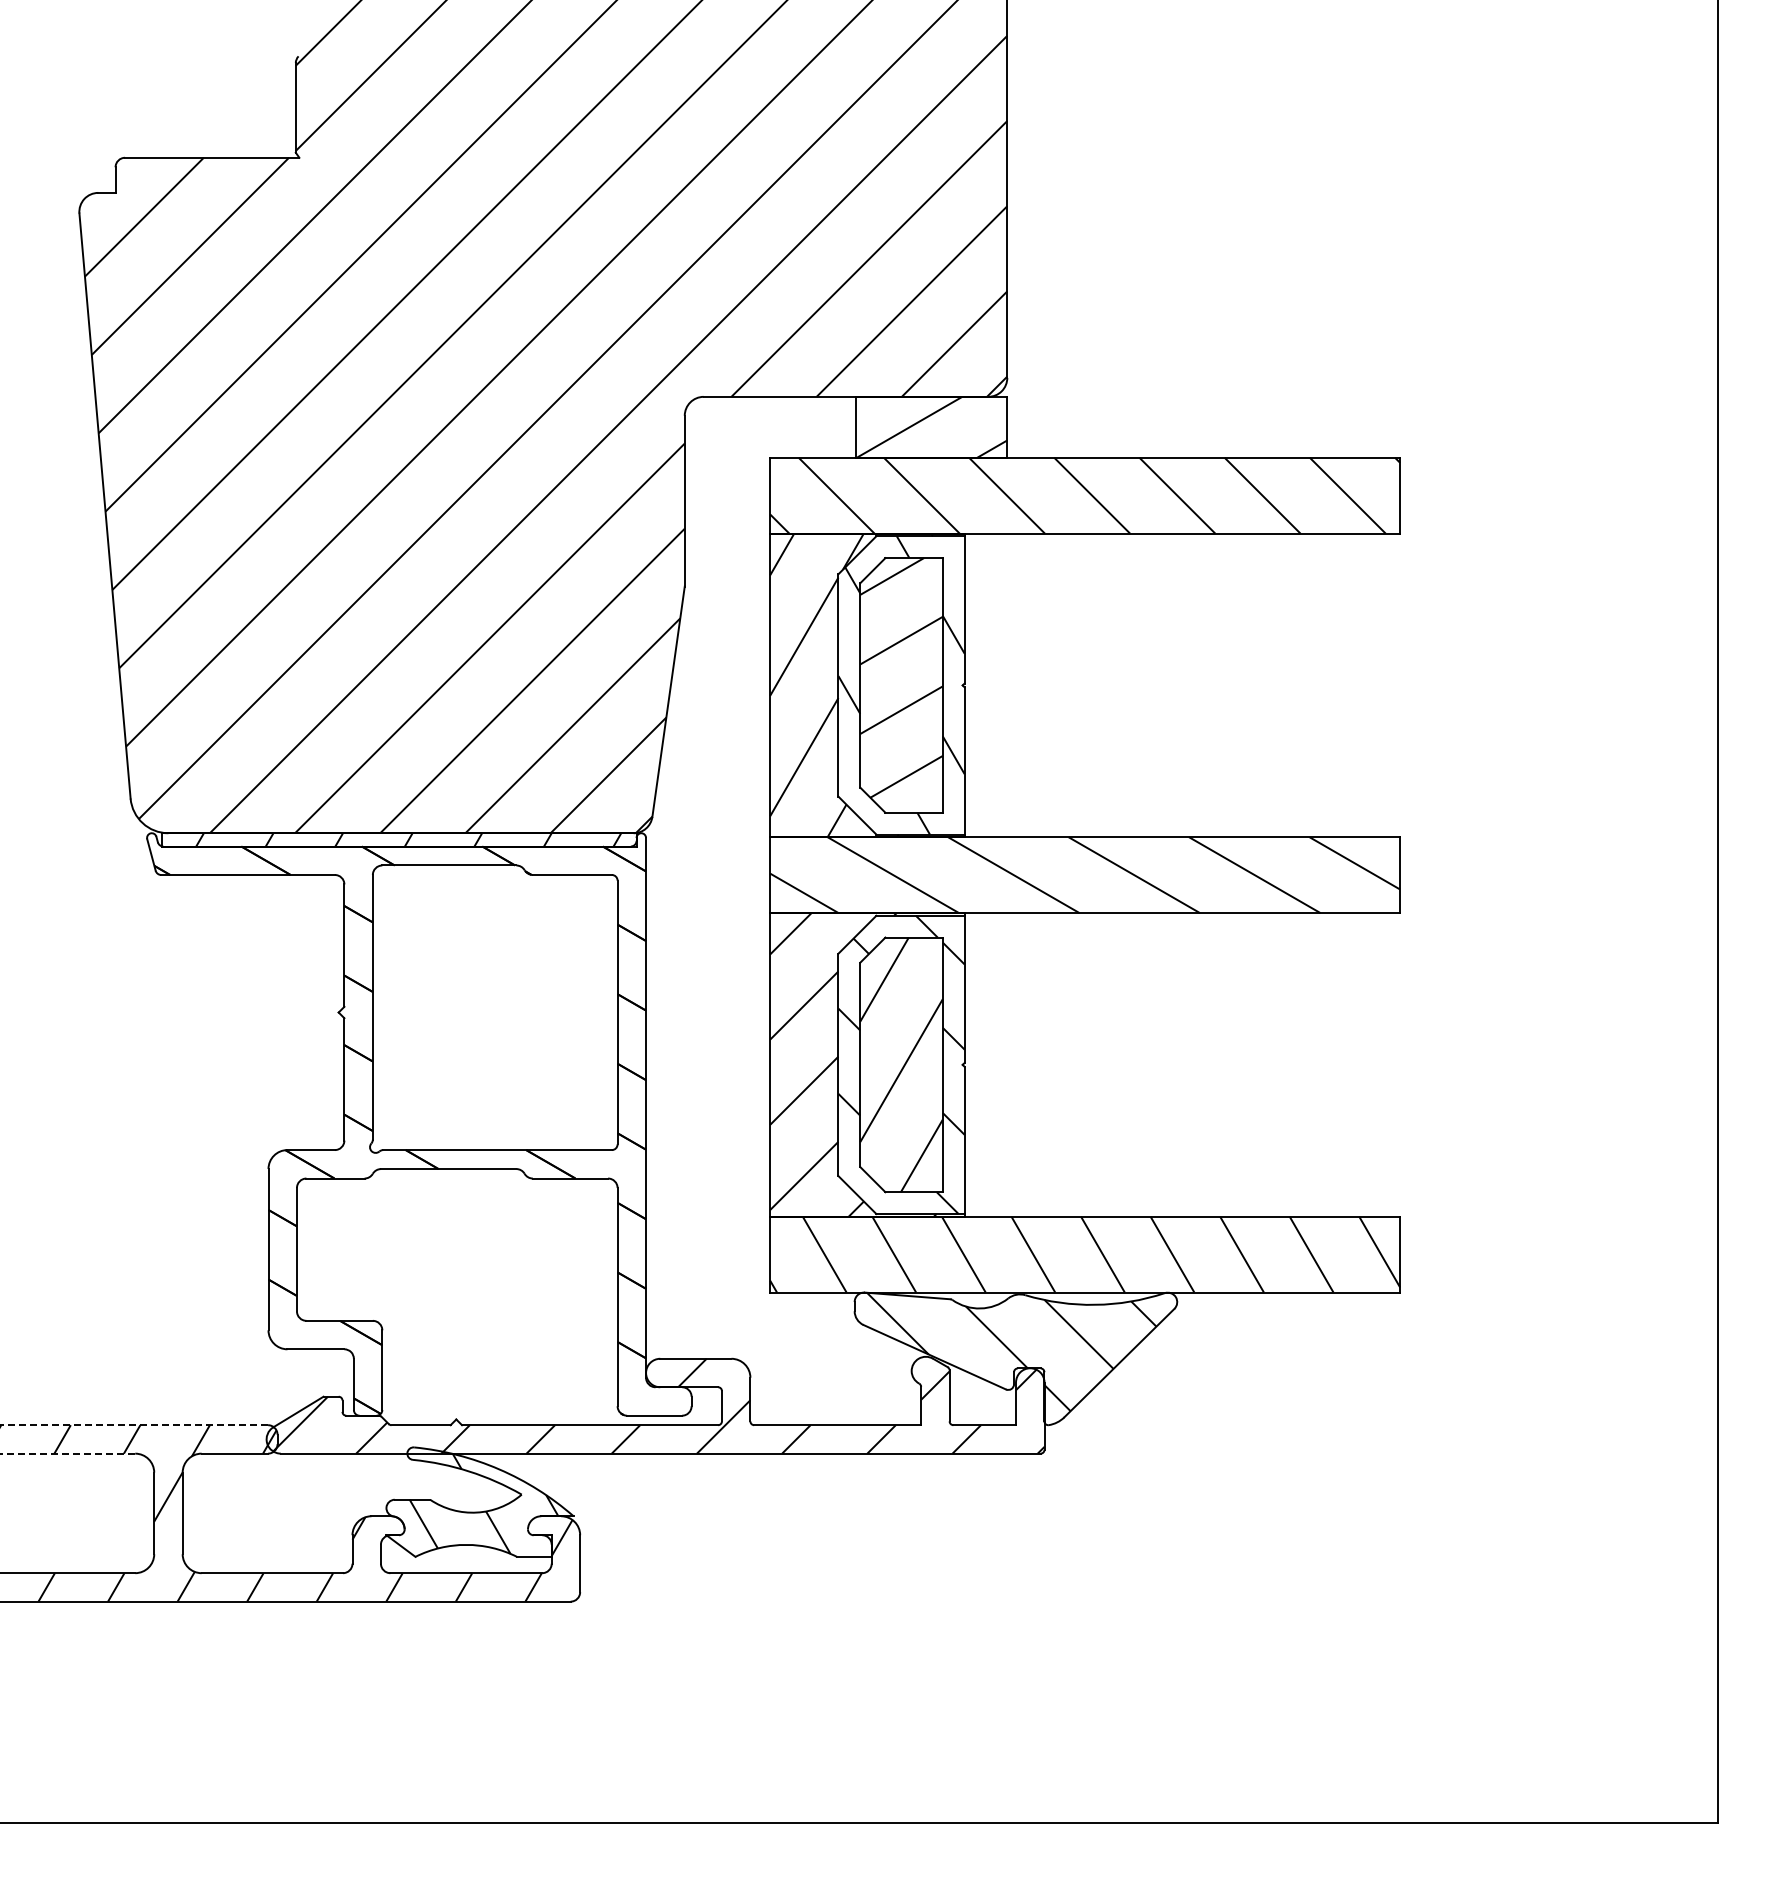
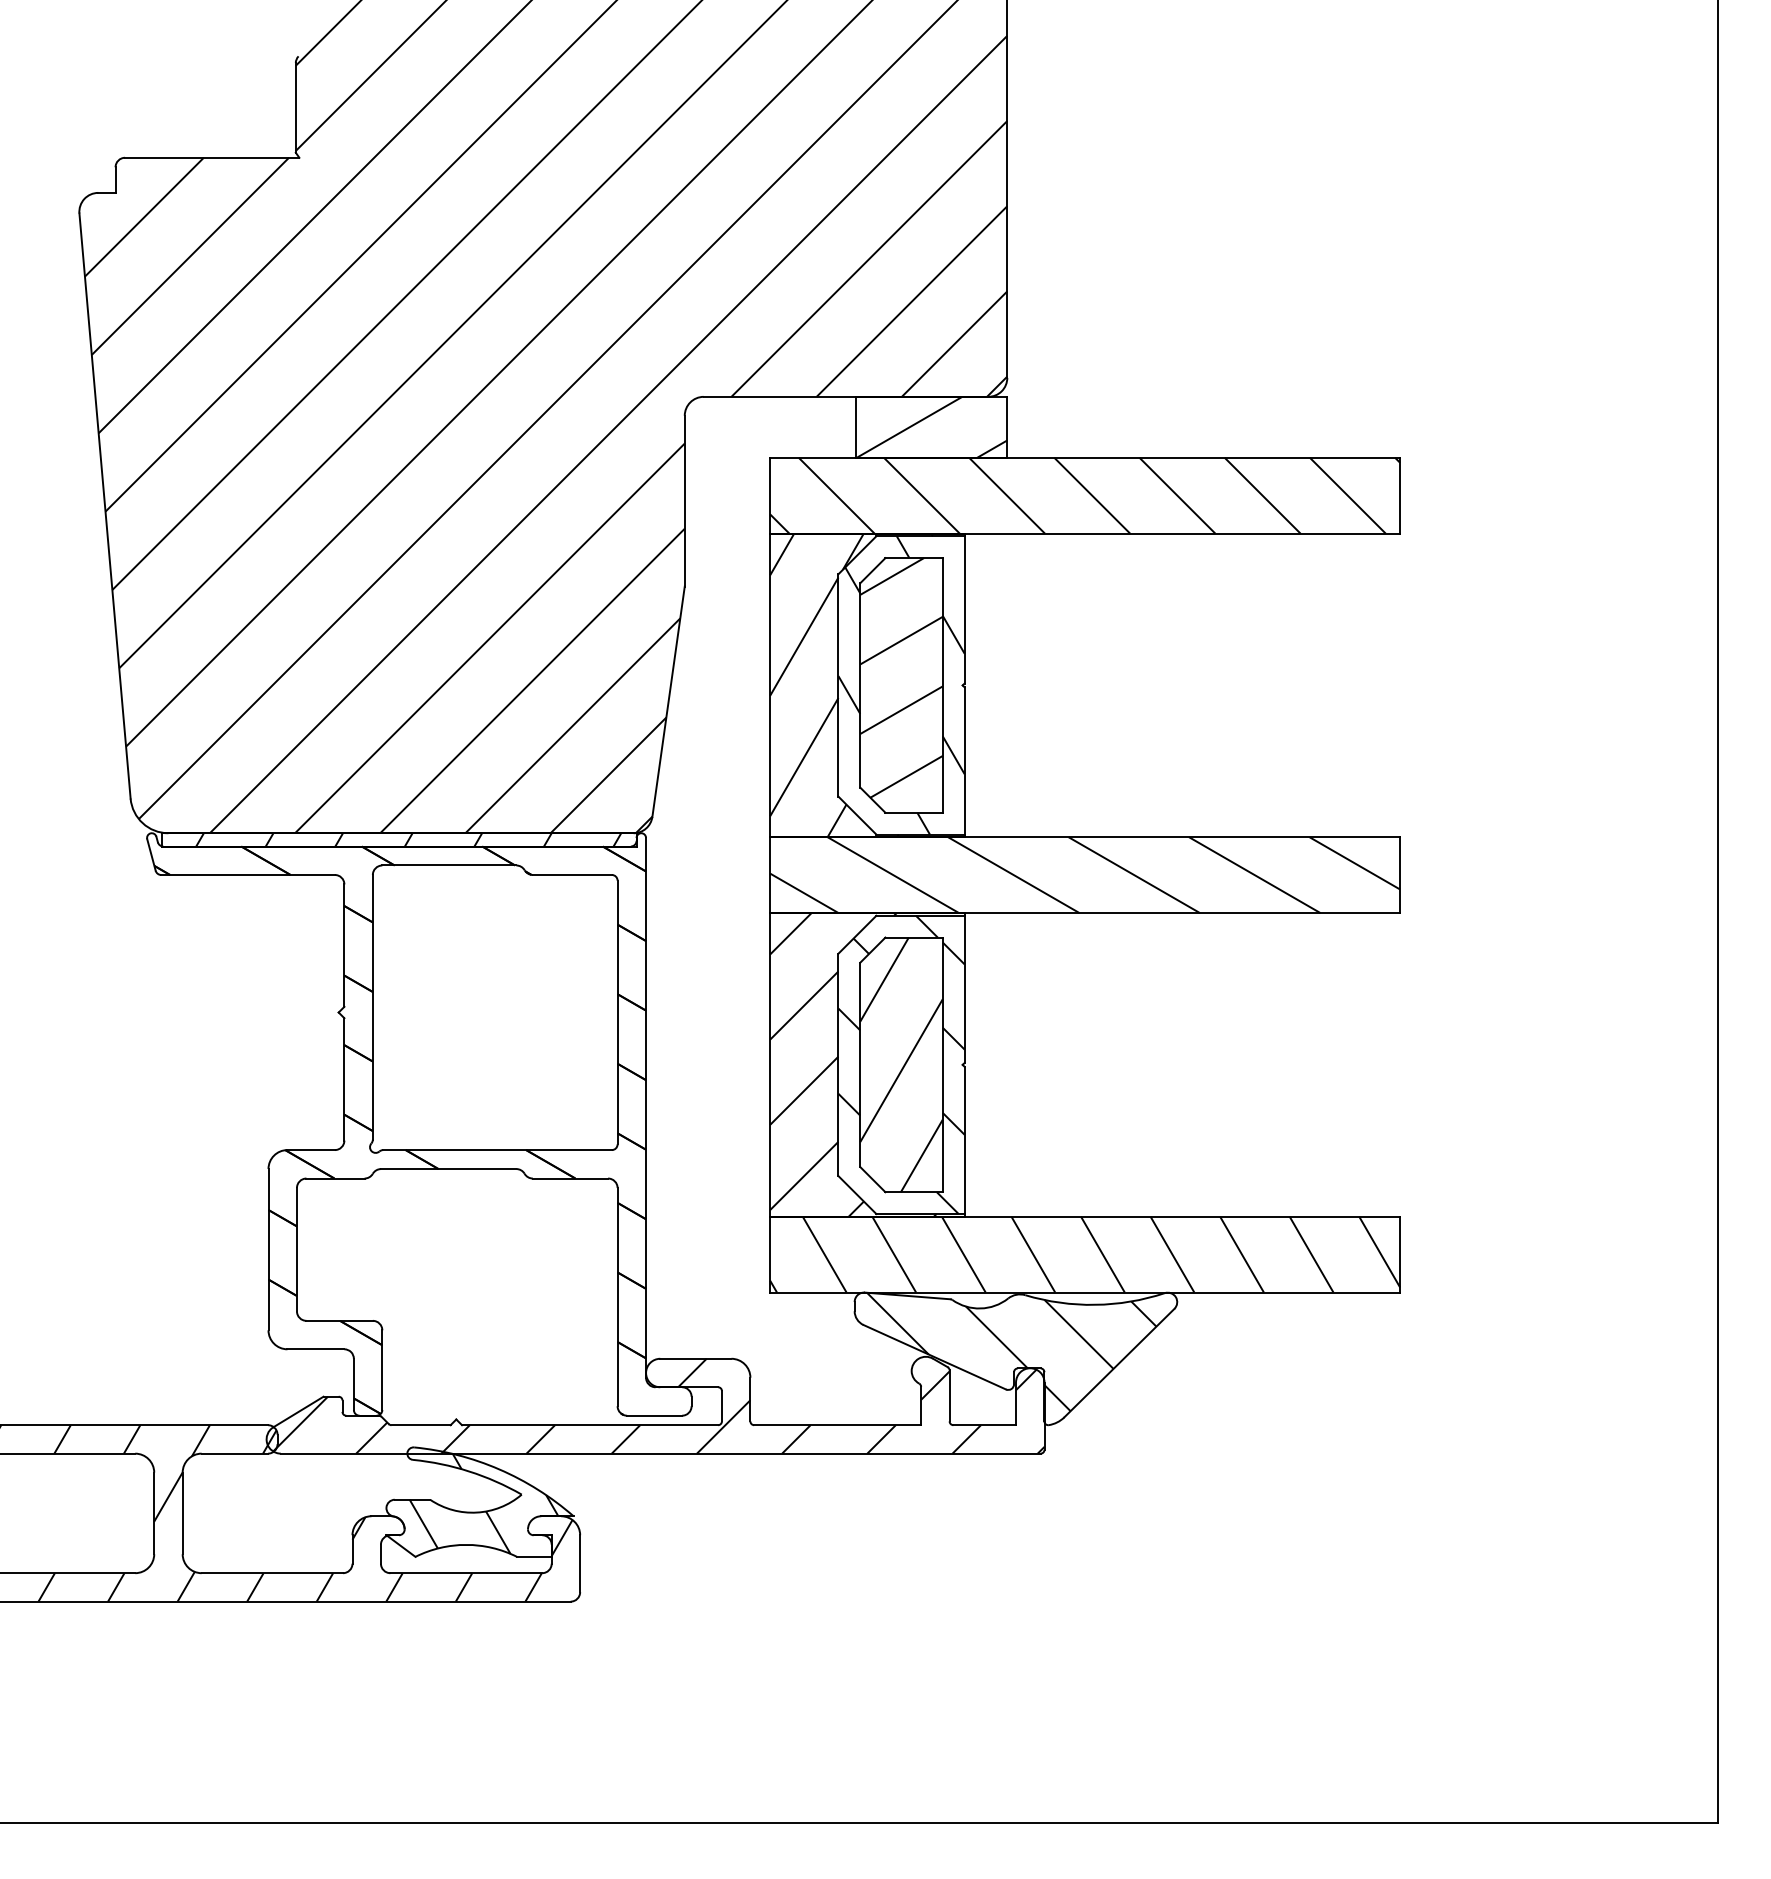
line at (134, 1425): dashed -> solid
line at (68, 1453): dashed -> solid
